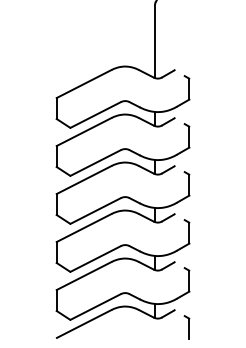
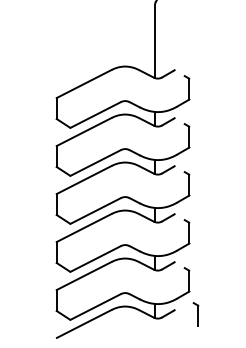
part at (186, 327) position: (186, 327) -> (195, 314)
